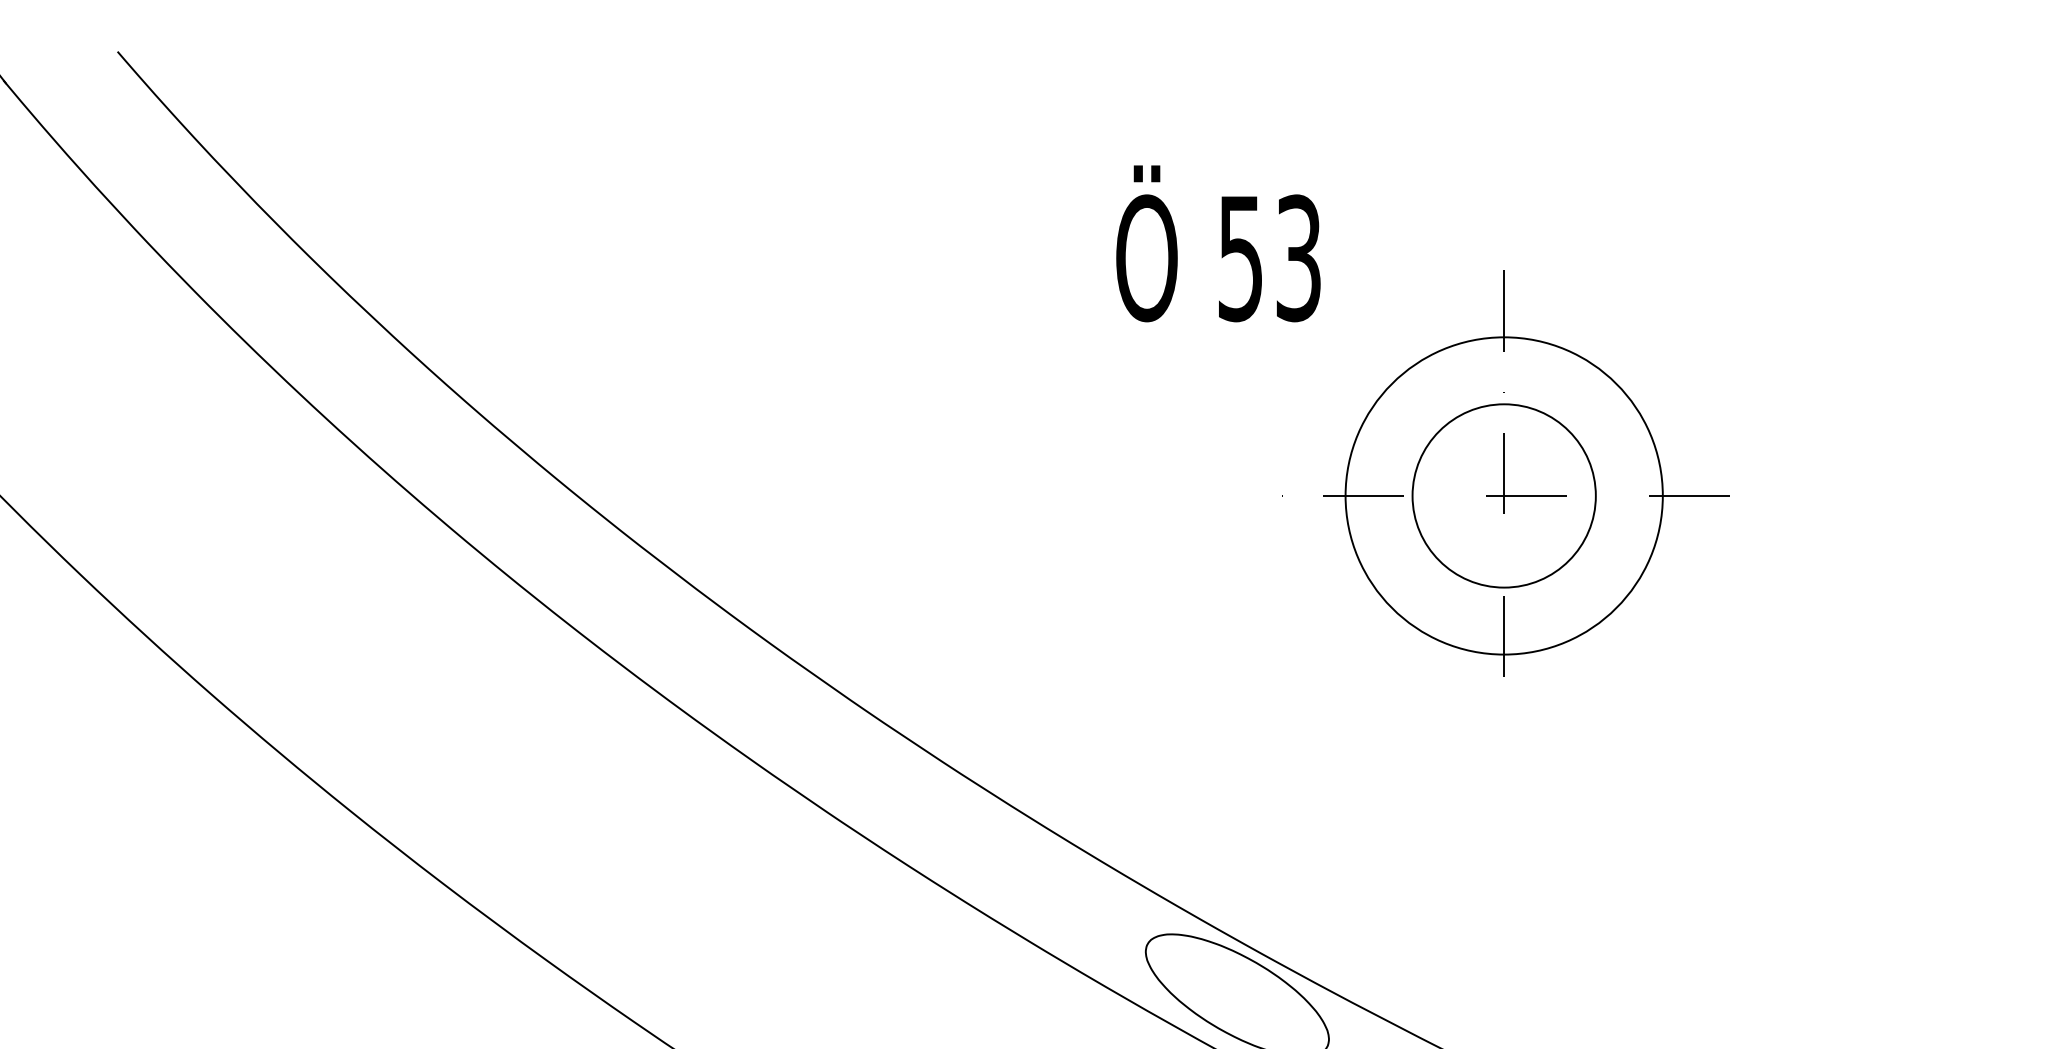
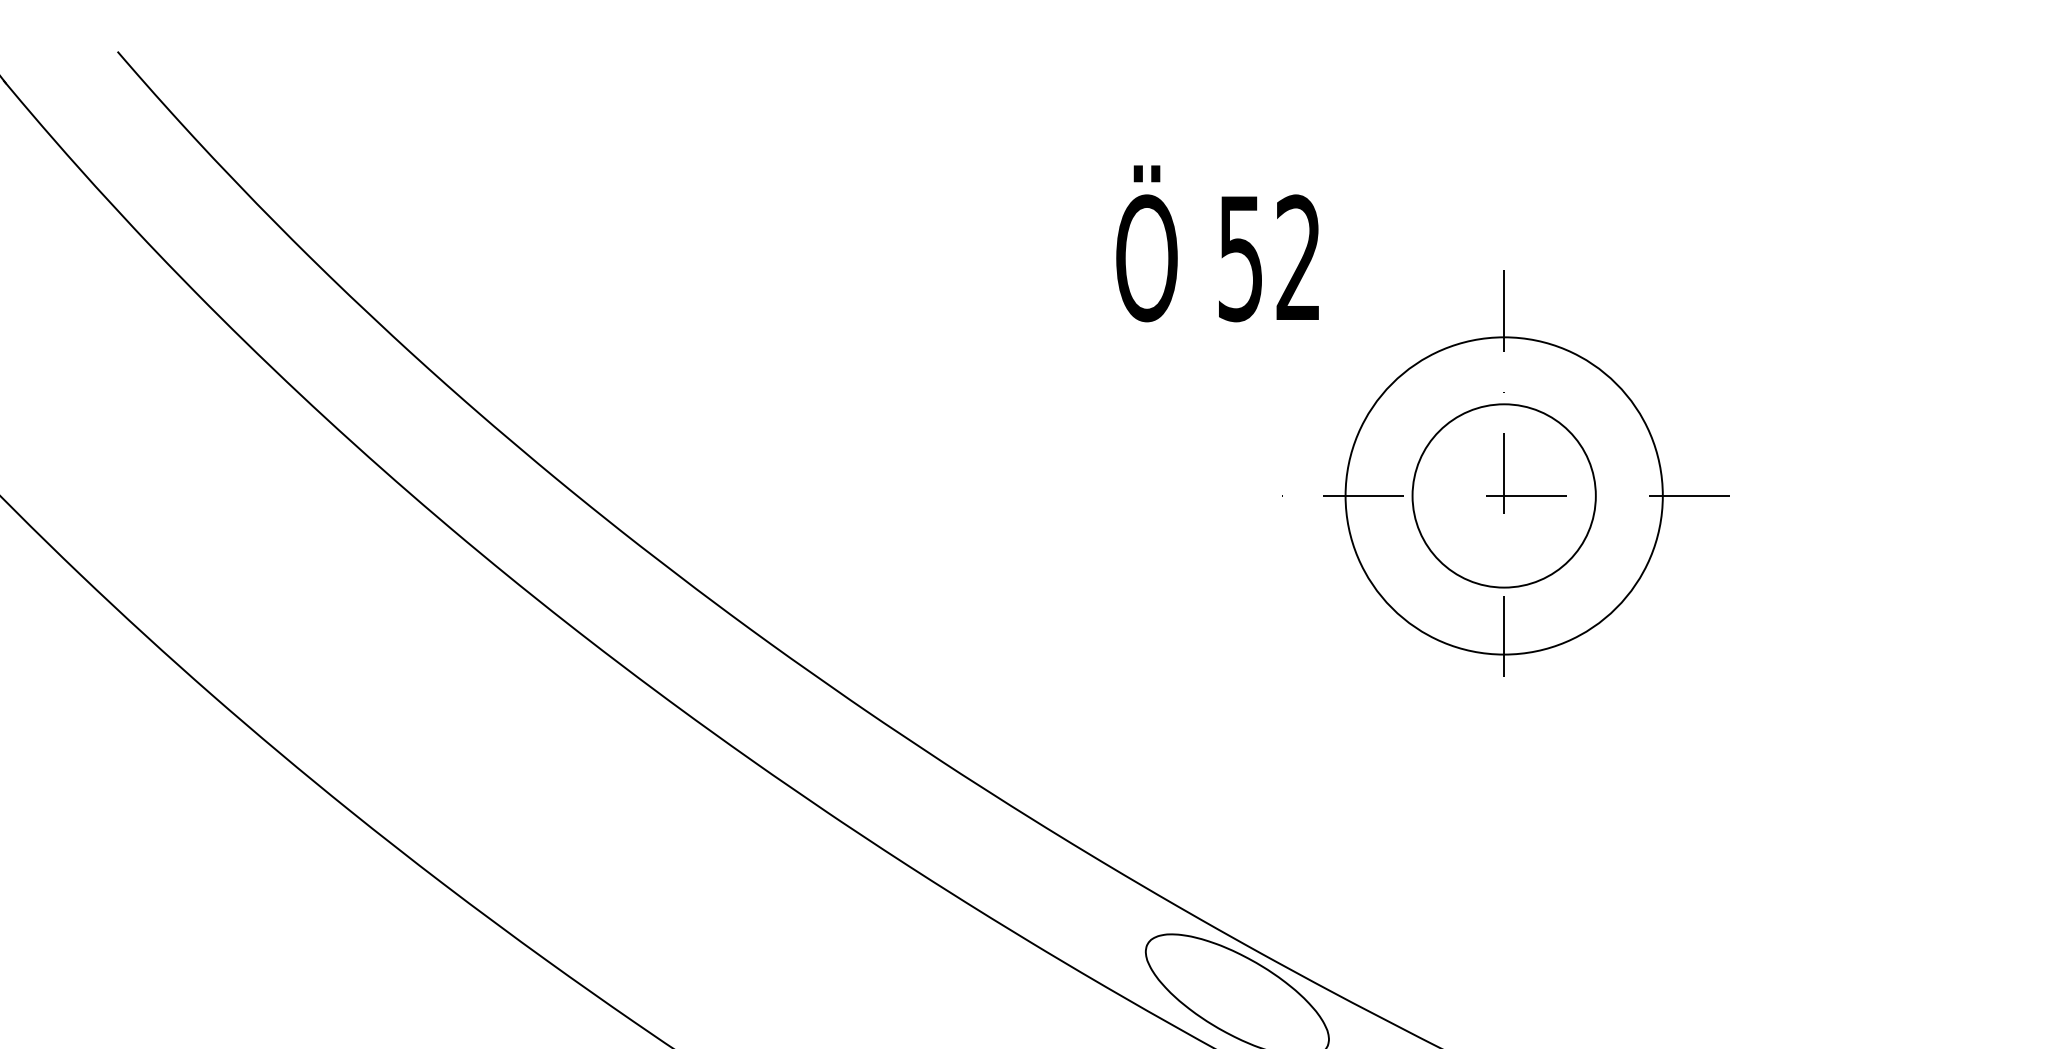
text at (1298, 258): 53 -> 52
